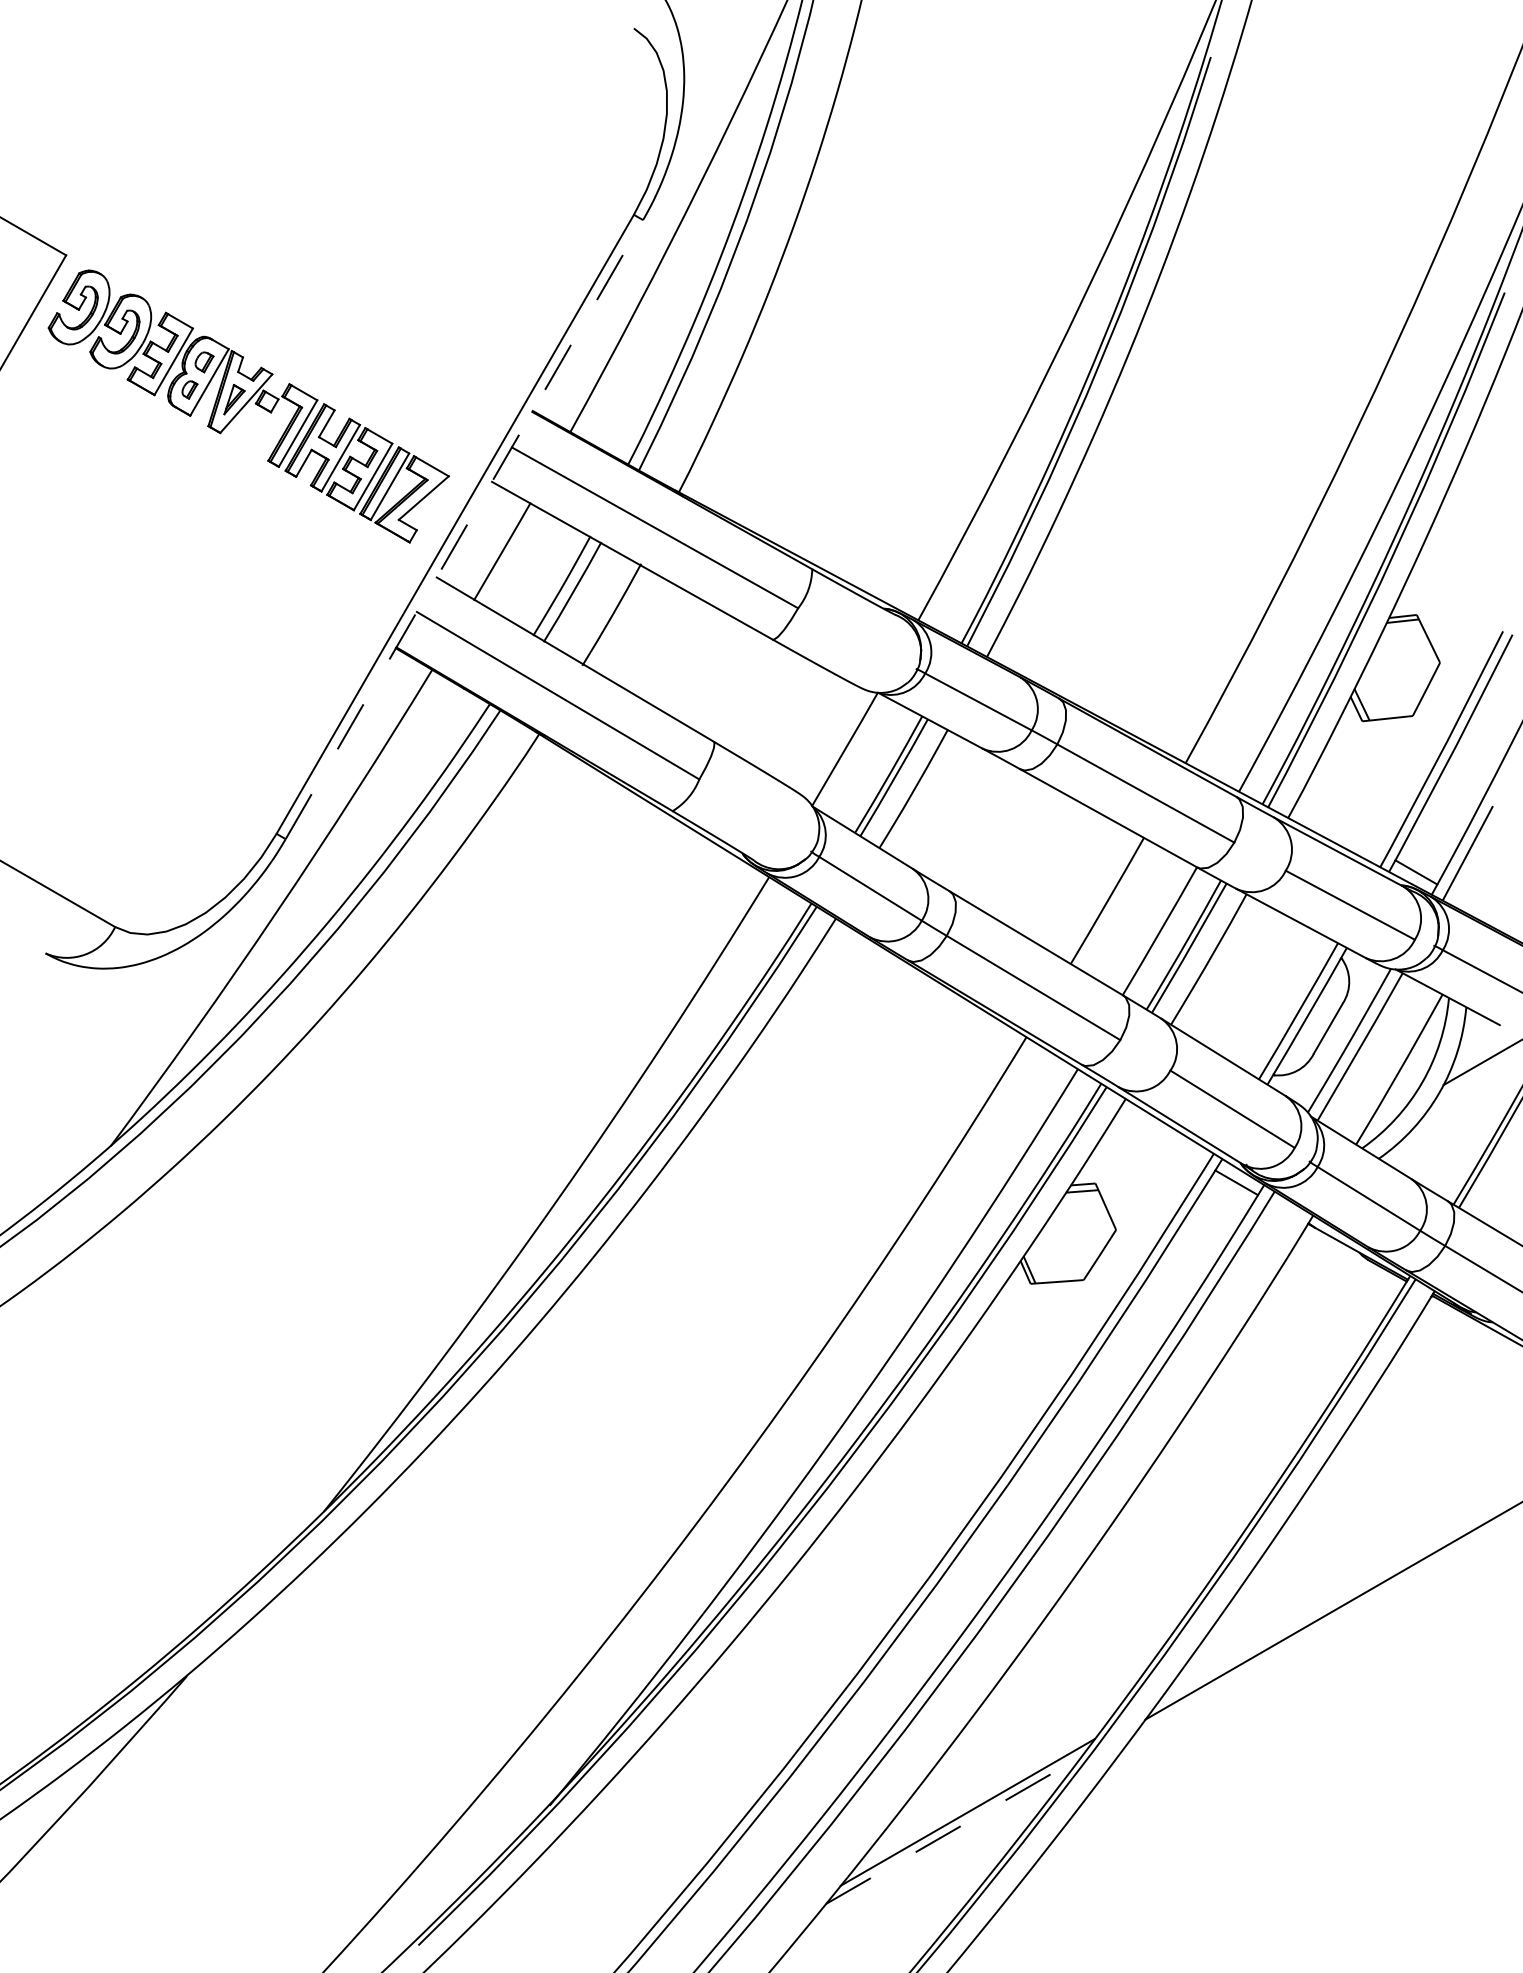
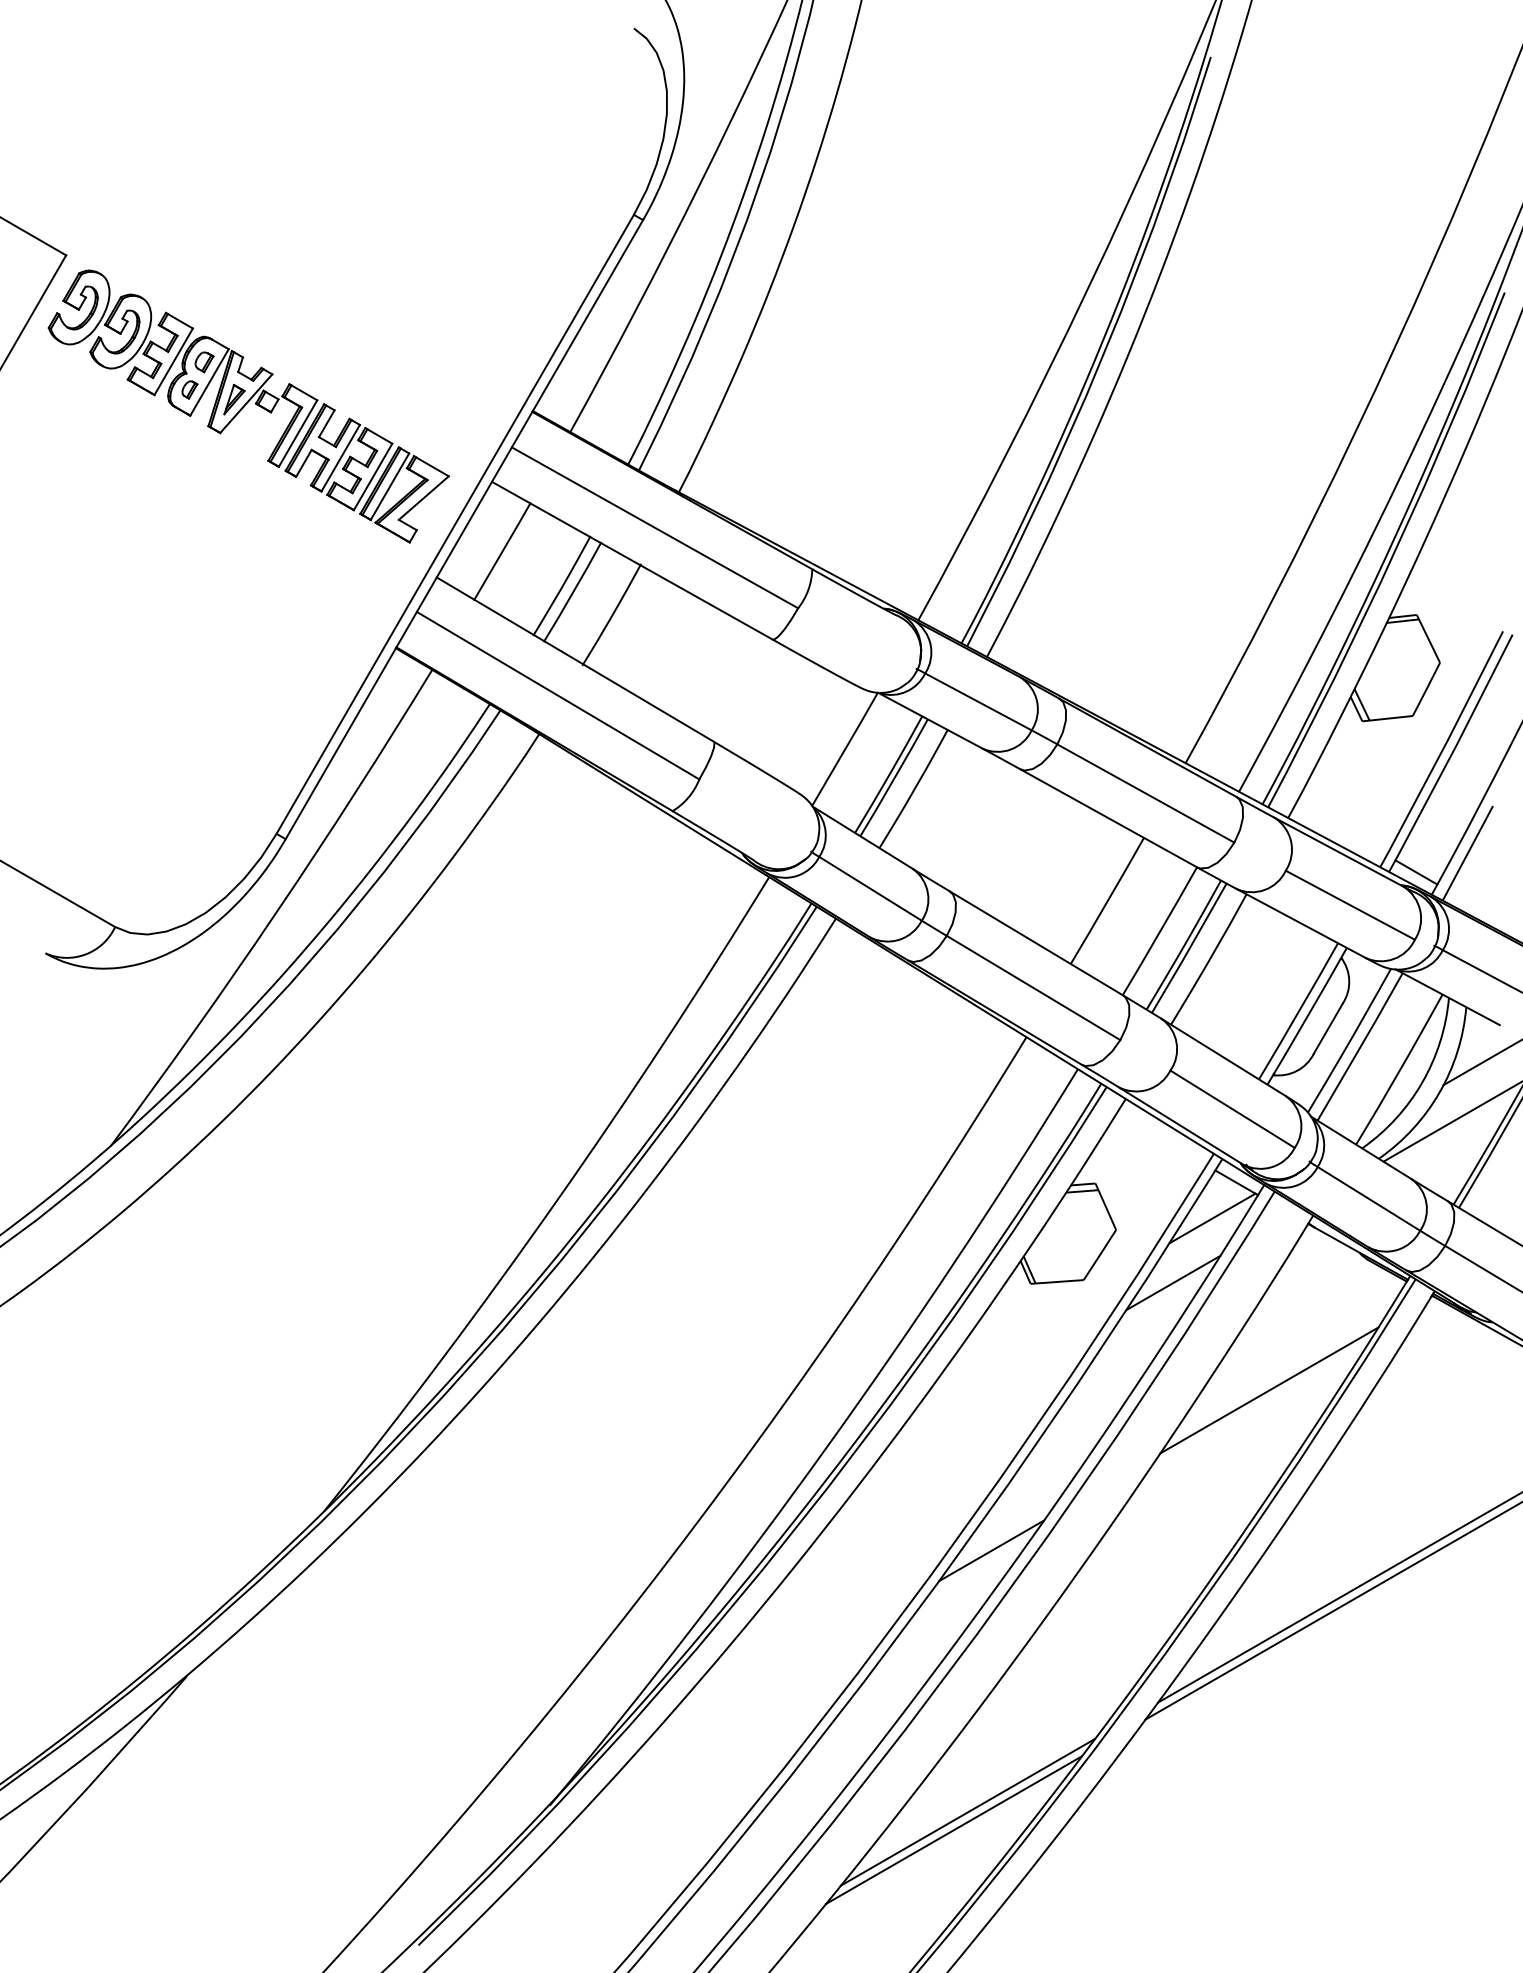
line at (464, 529): dashed -> solid
line at (1451, 1122): none -> present
line at (1212, 1218): none -> present
line at (1173, 1282): none -> present
line at (1268, 1390): none -> present
line at (991, 1550): none -> present
line at (1338, 1597): none -> present
line at (953, 1830): dashed -> solid
